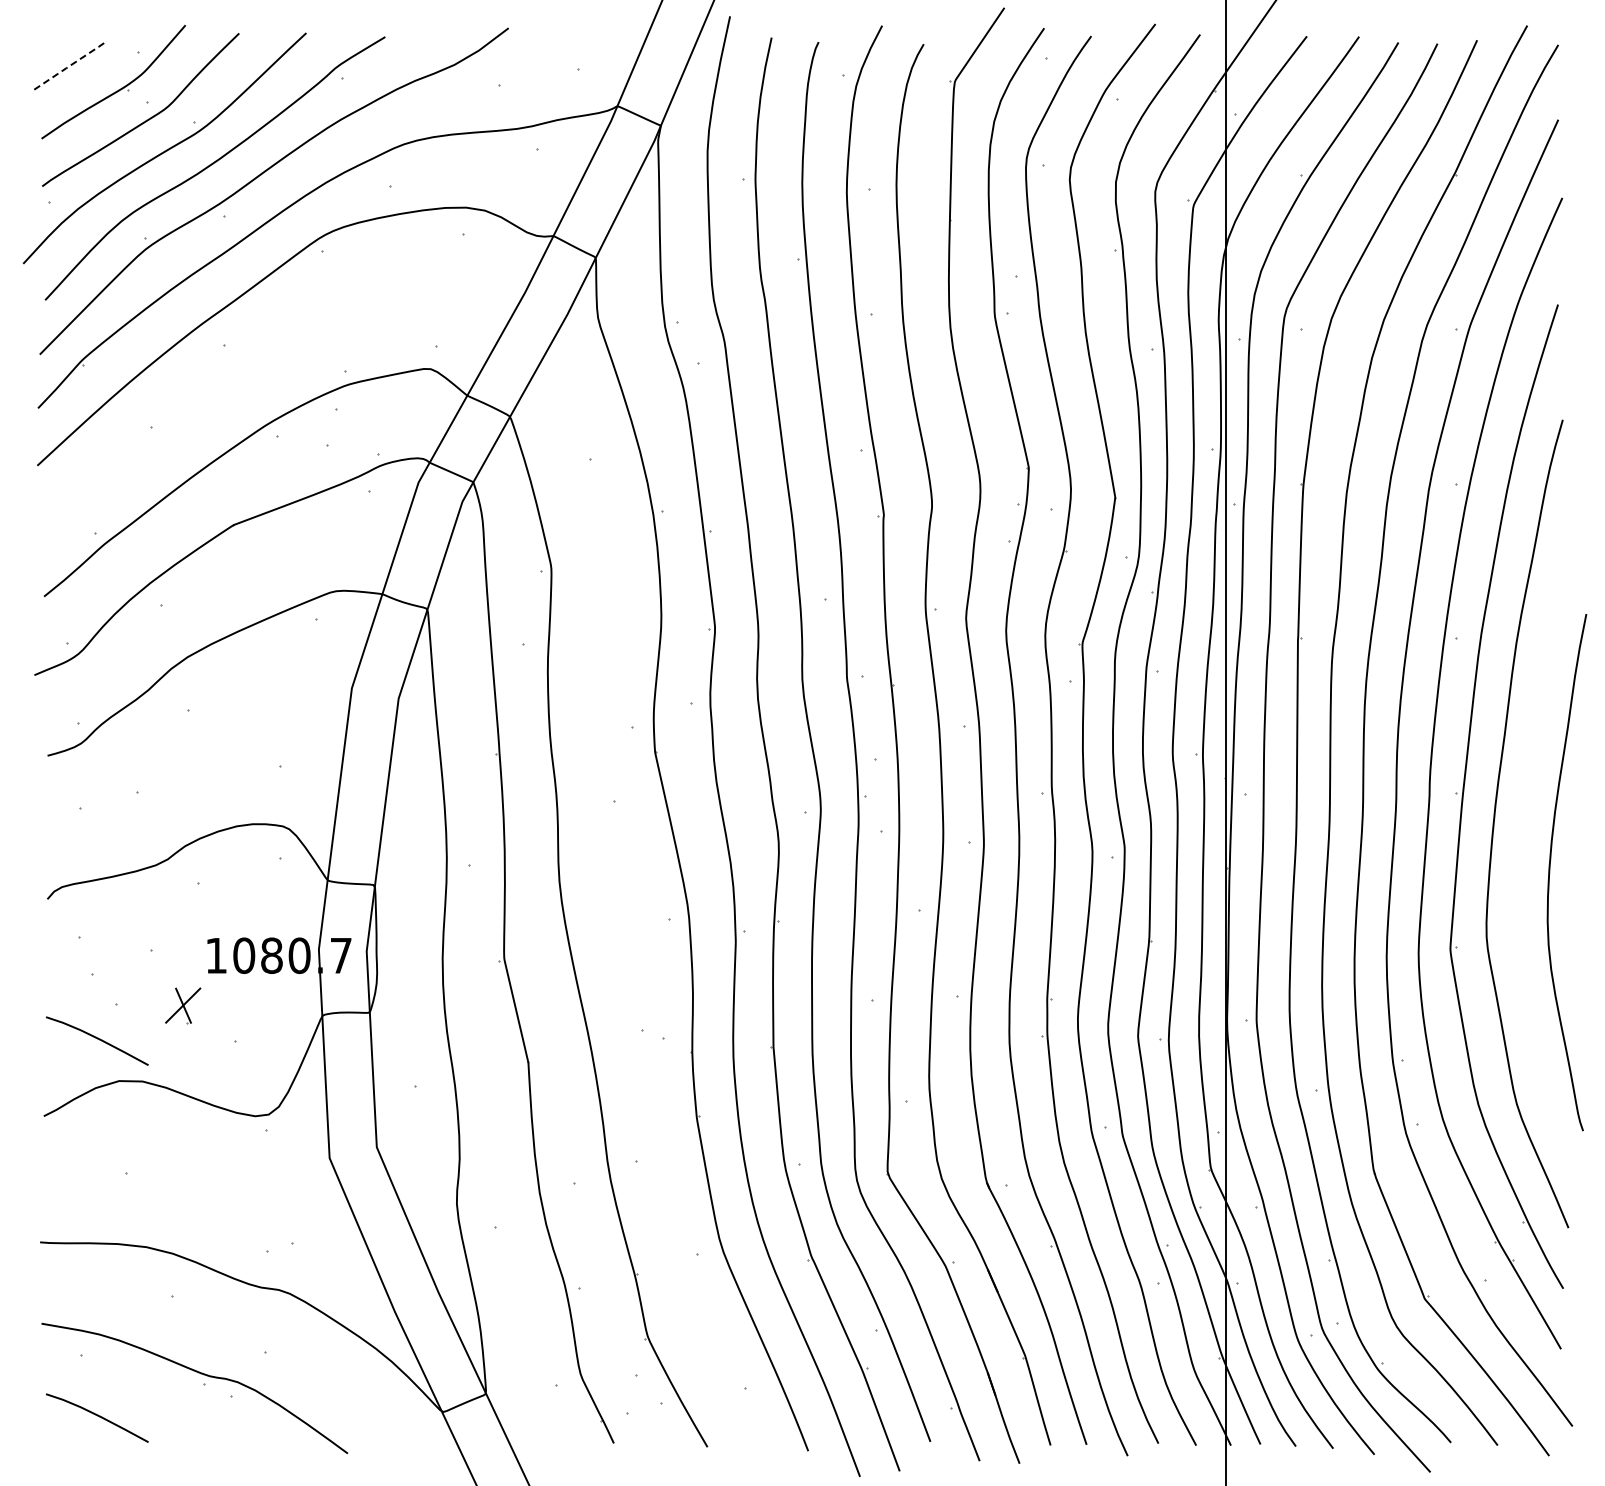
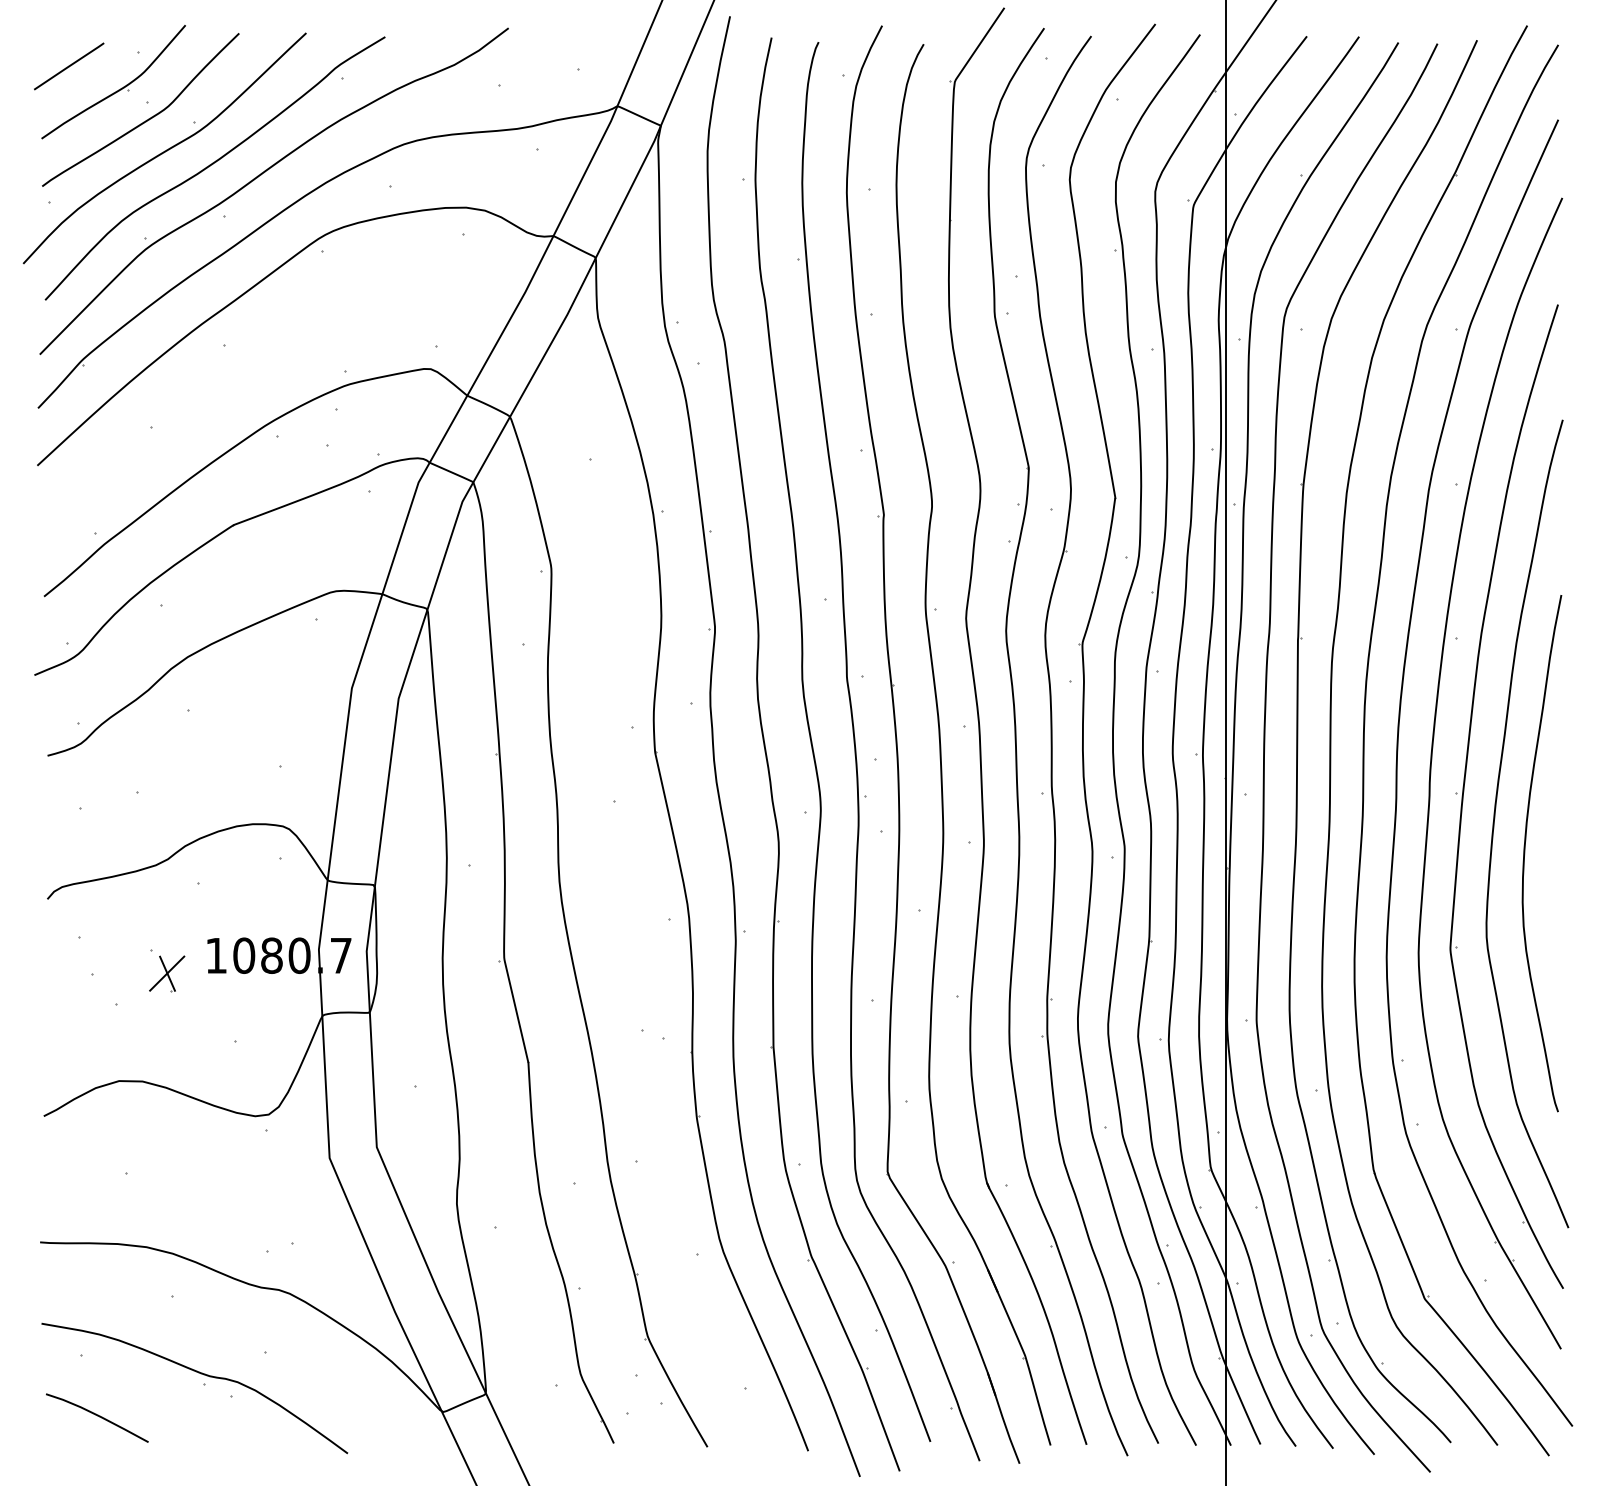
line at (69, 66): dashed -> solid
curve at (1550, 872) position: (1550, 872) -> (1525, 853)
part at (183, 1005) position: (183, 1005) -> (167, 973)
curve at (97, 1039): present -> none
